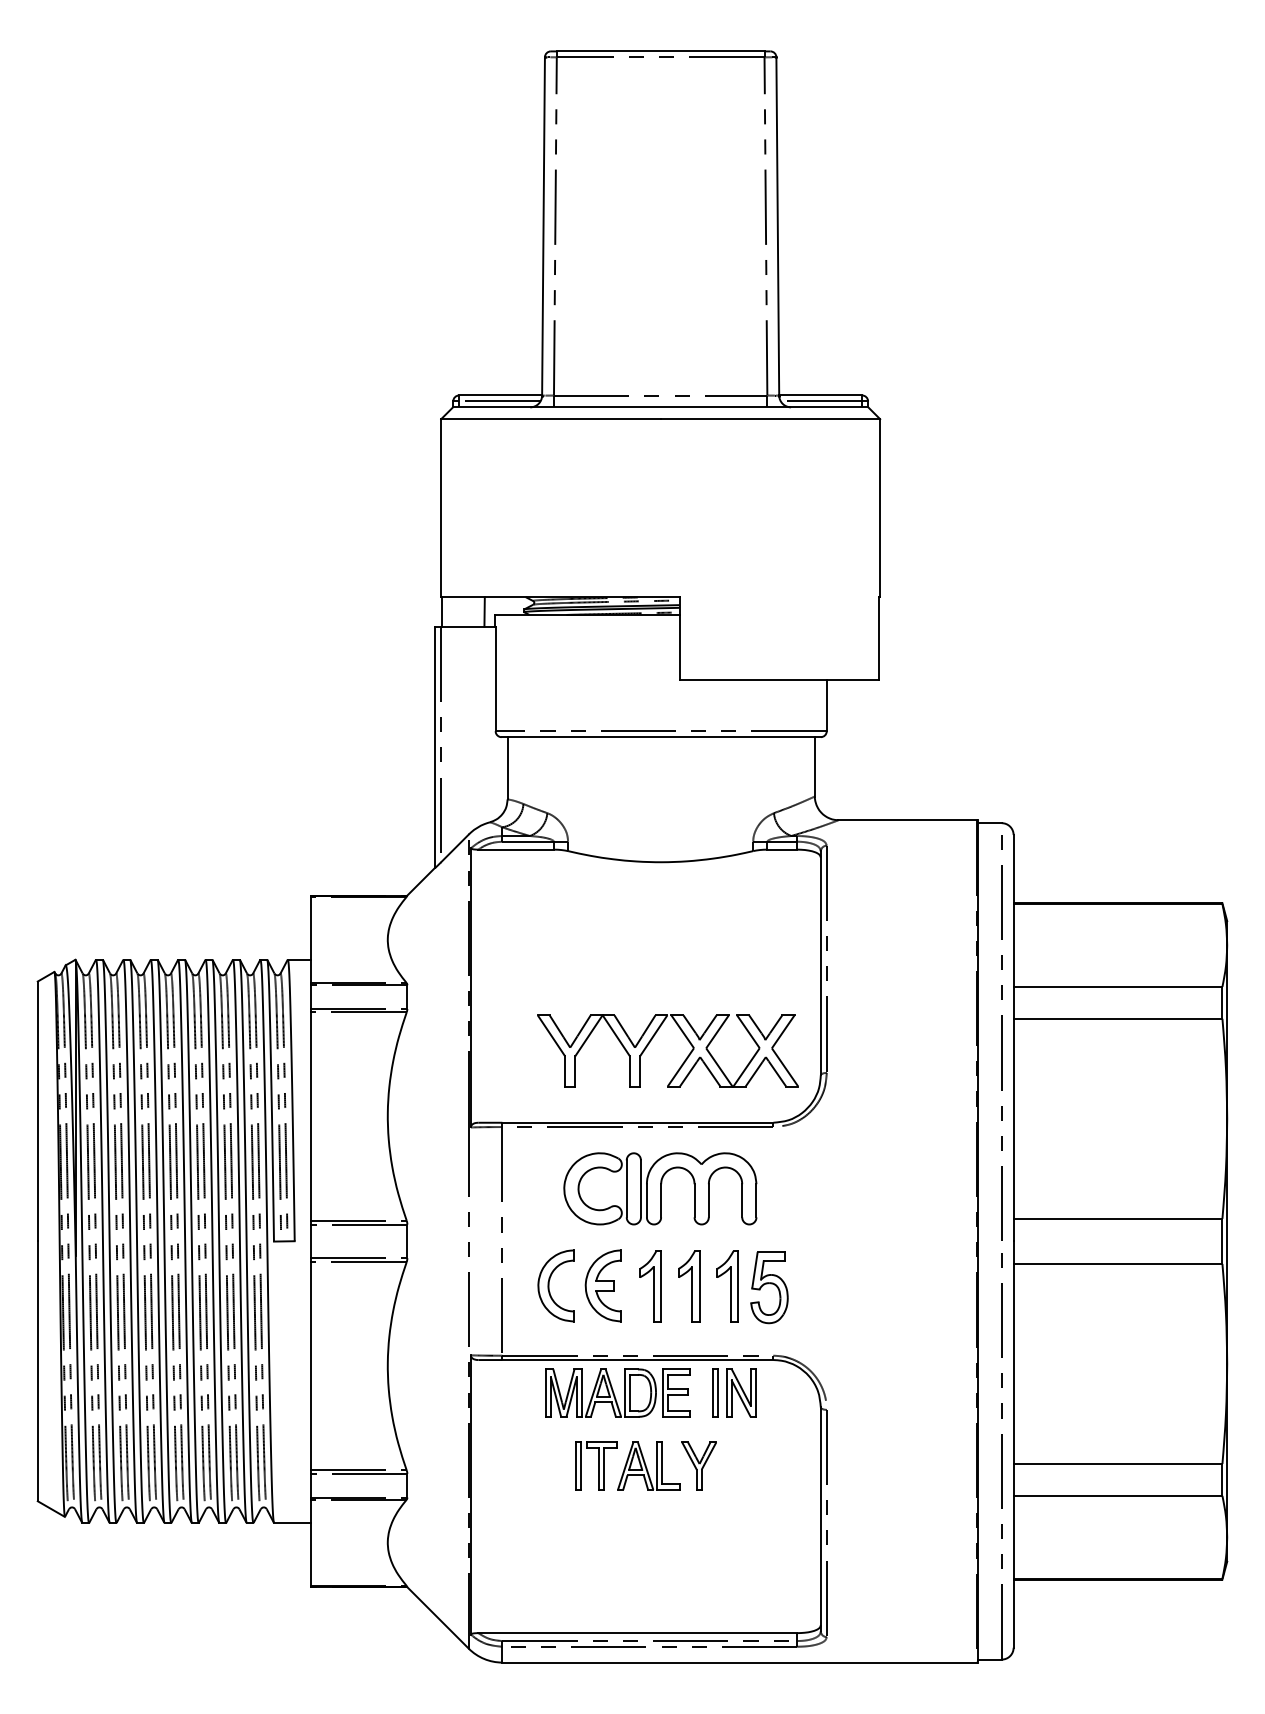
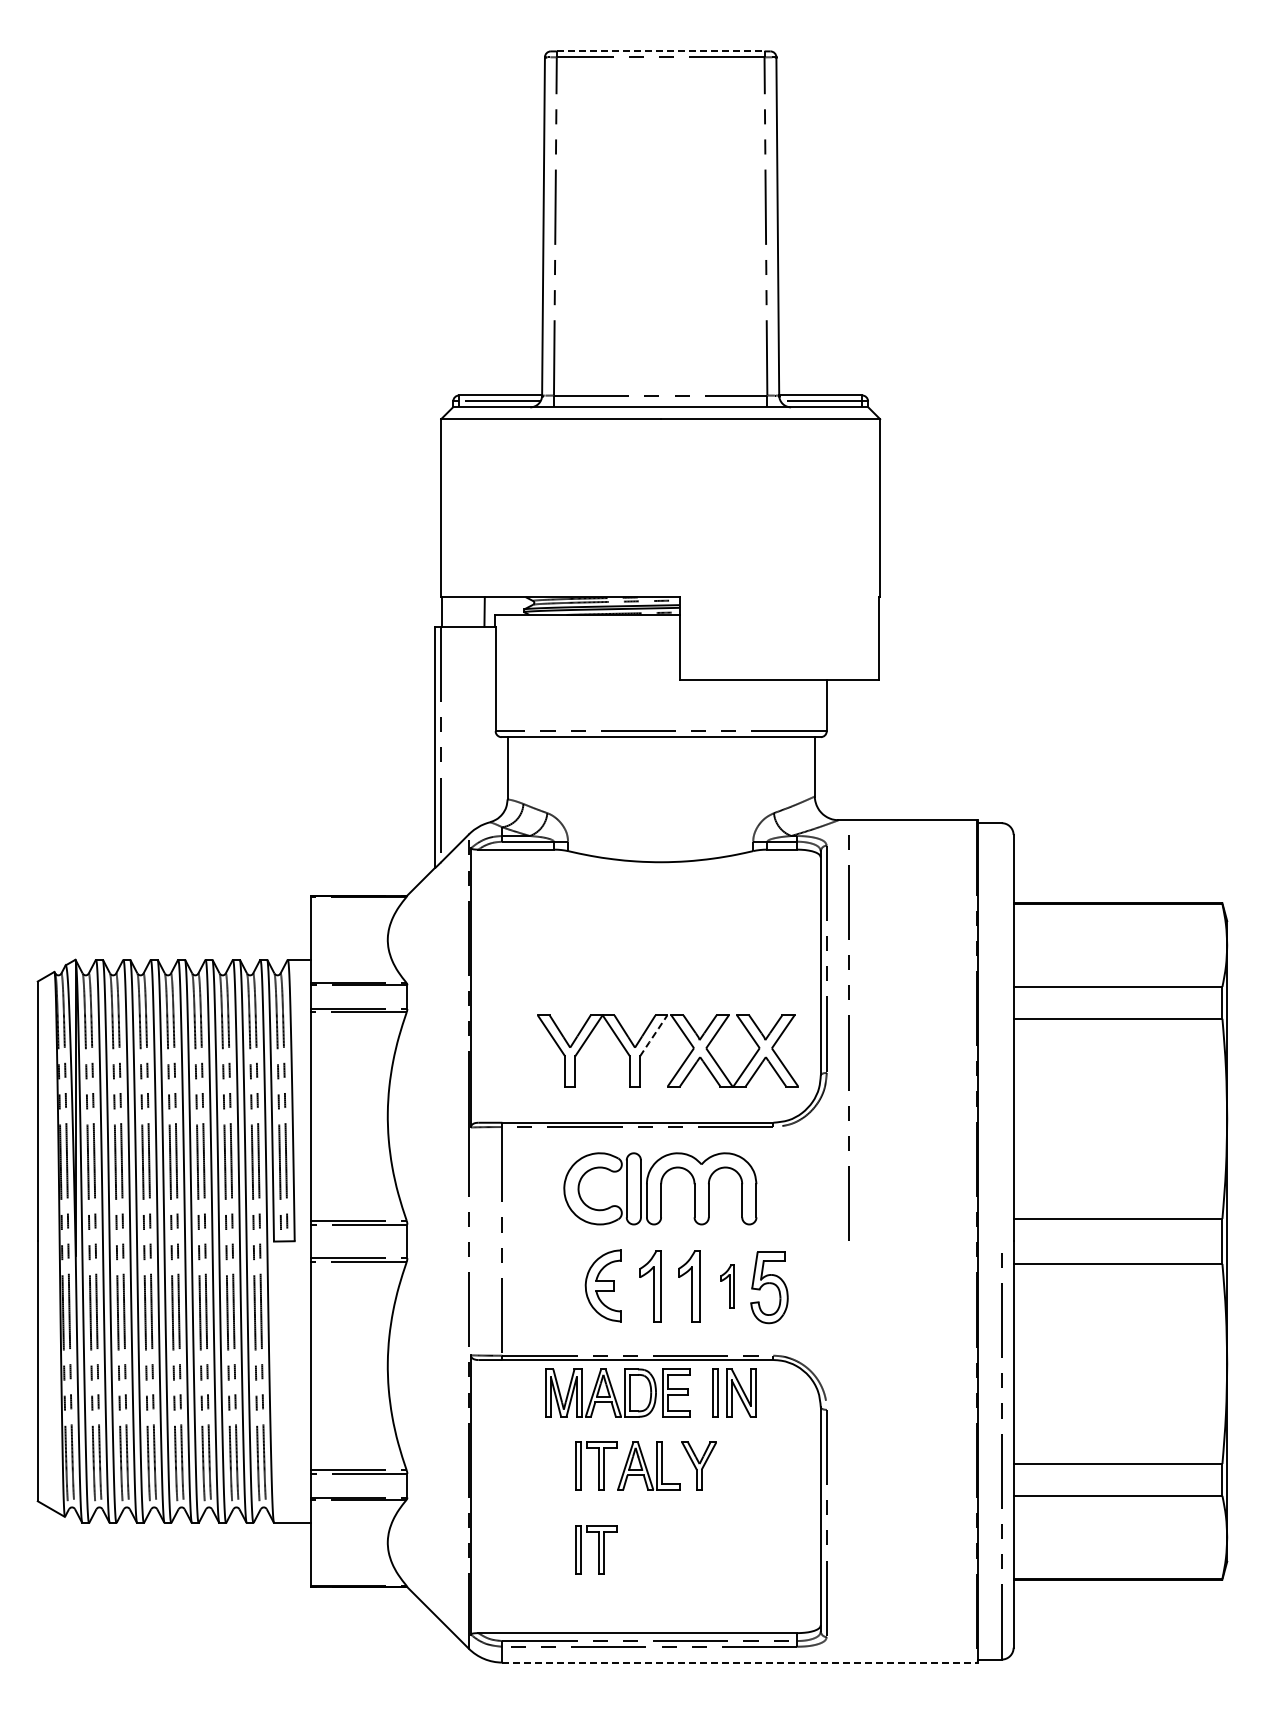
line at (660, 51): solid -> dashed
line at (654, 1035): solid -> dashed
line at (1001, 1037) position: (1001, 1037) -> (848, 1037)
part at (555, 1285): present -> none
part at (727, 1286) size: 23x73 px -> 15x45 px
part at (596, 1549): none -> present
line at (740, 1662): solid -> dashed
